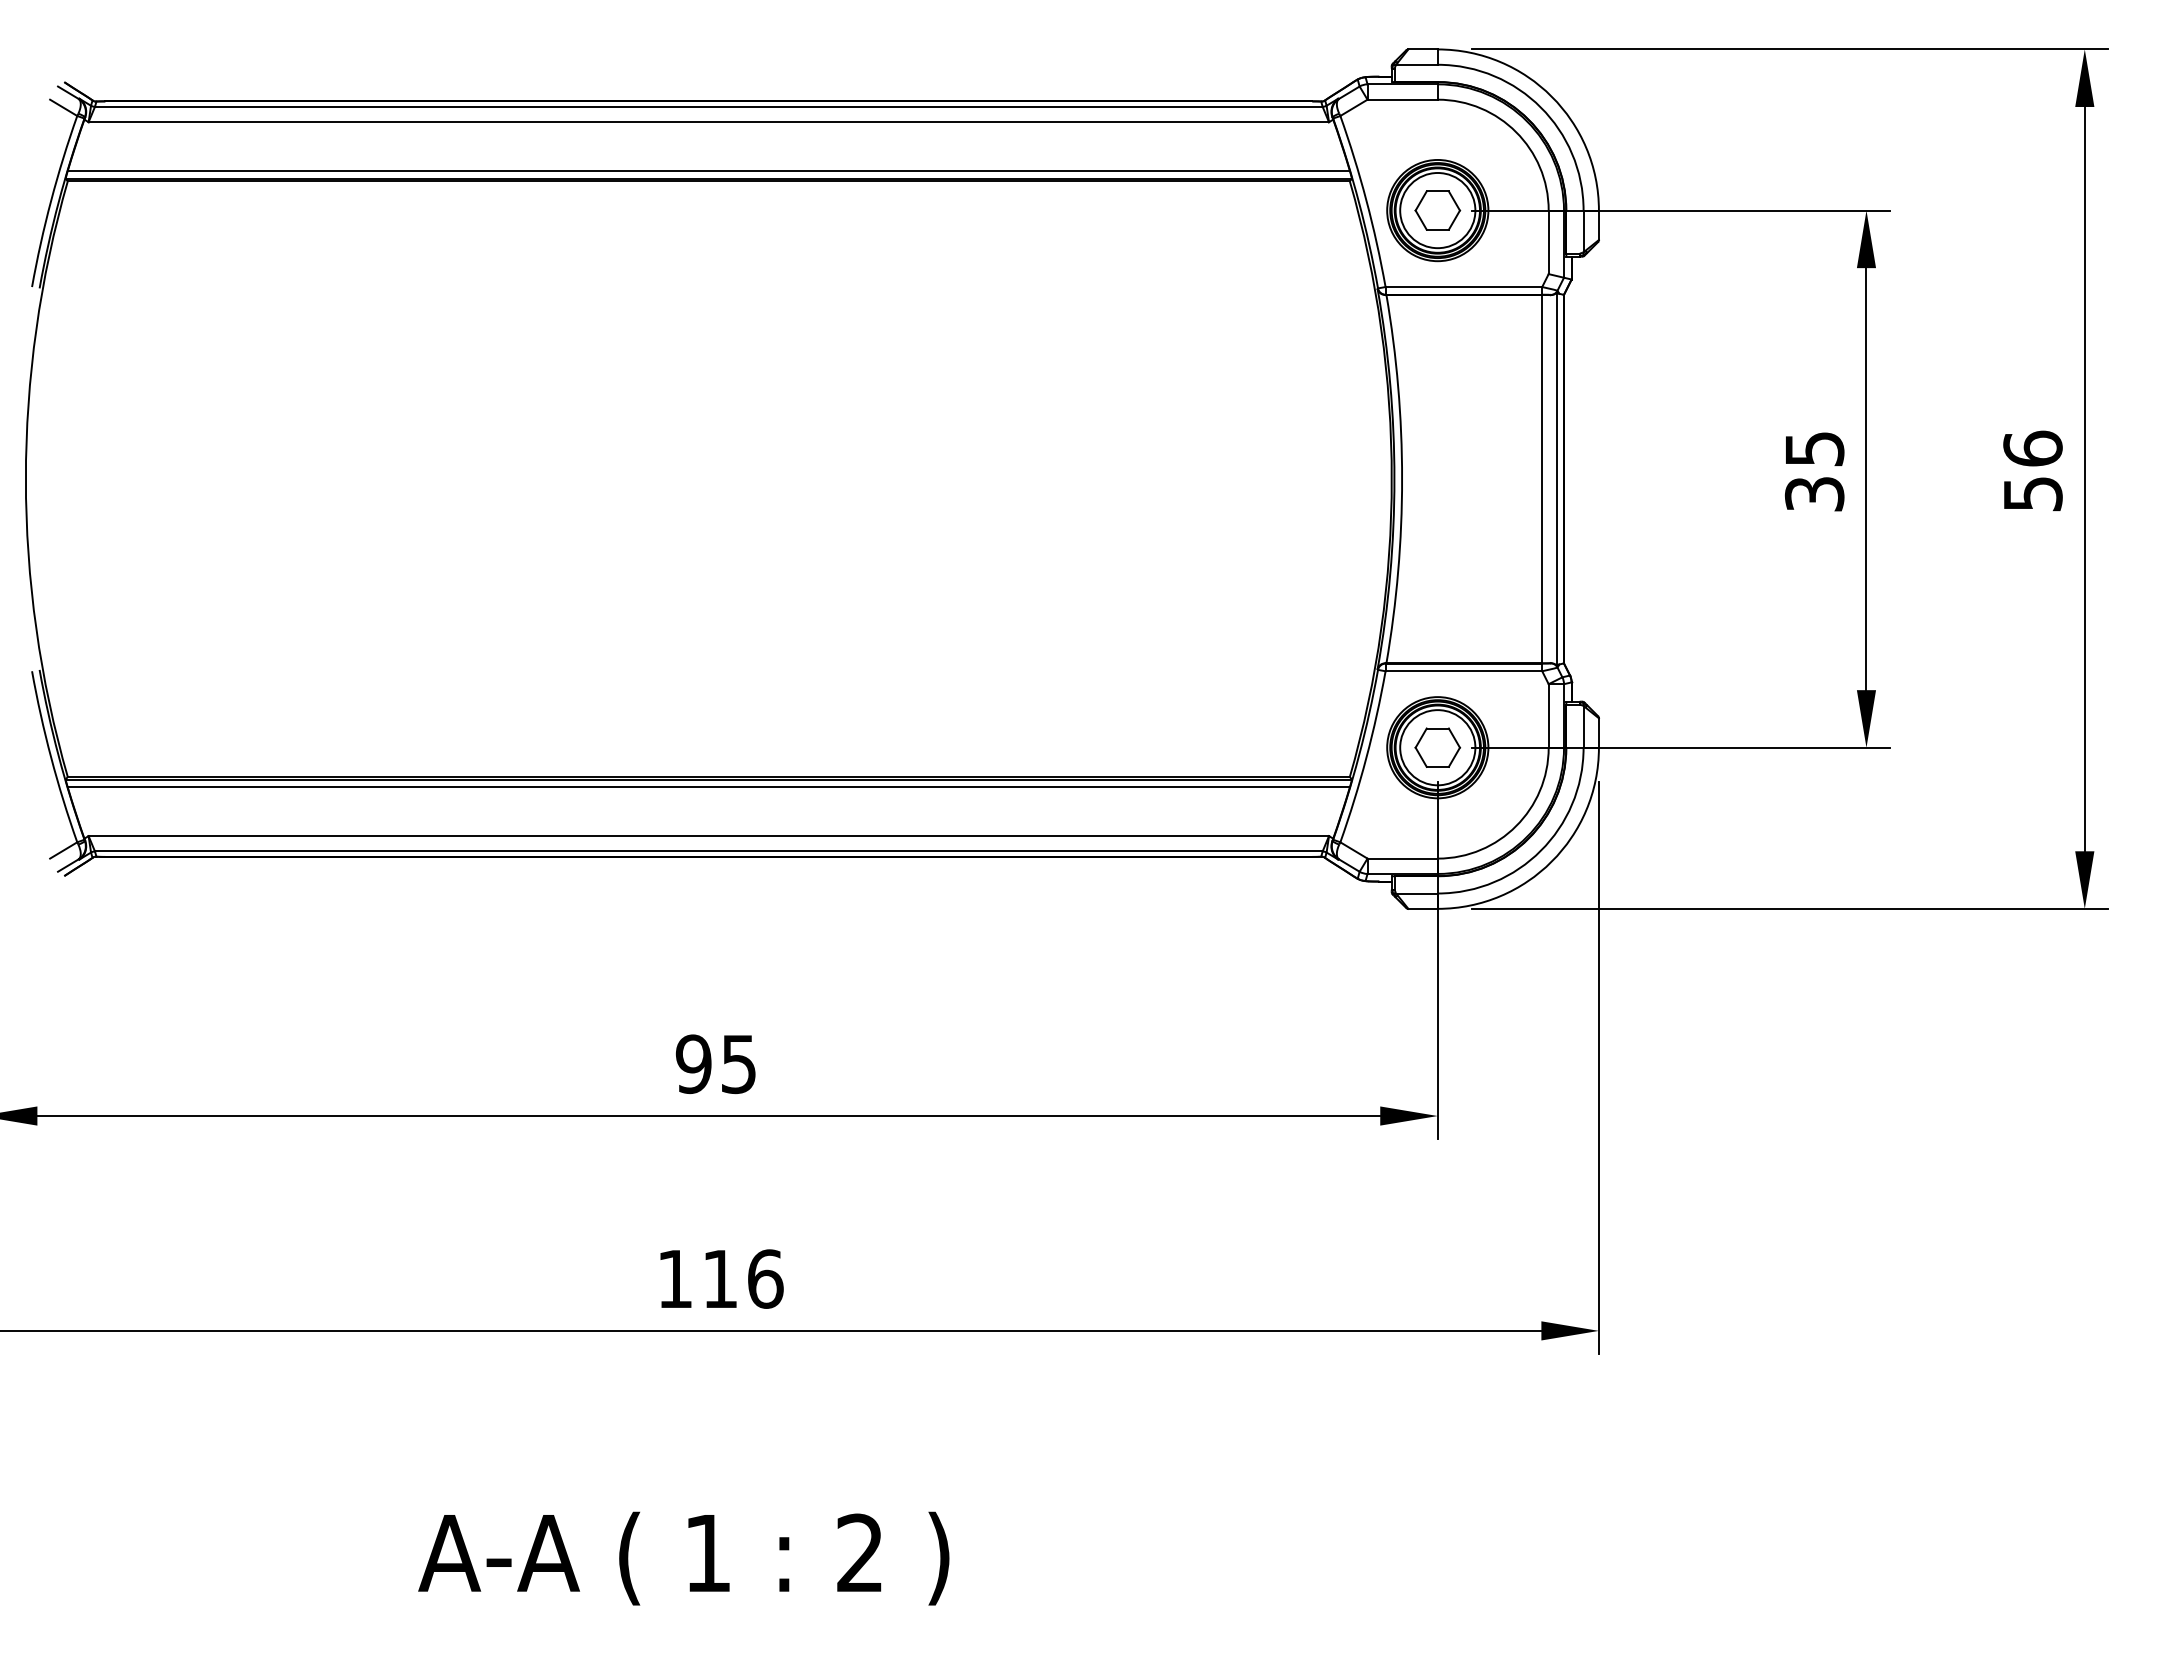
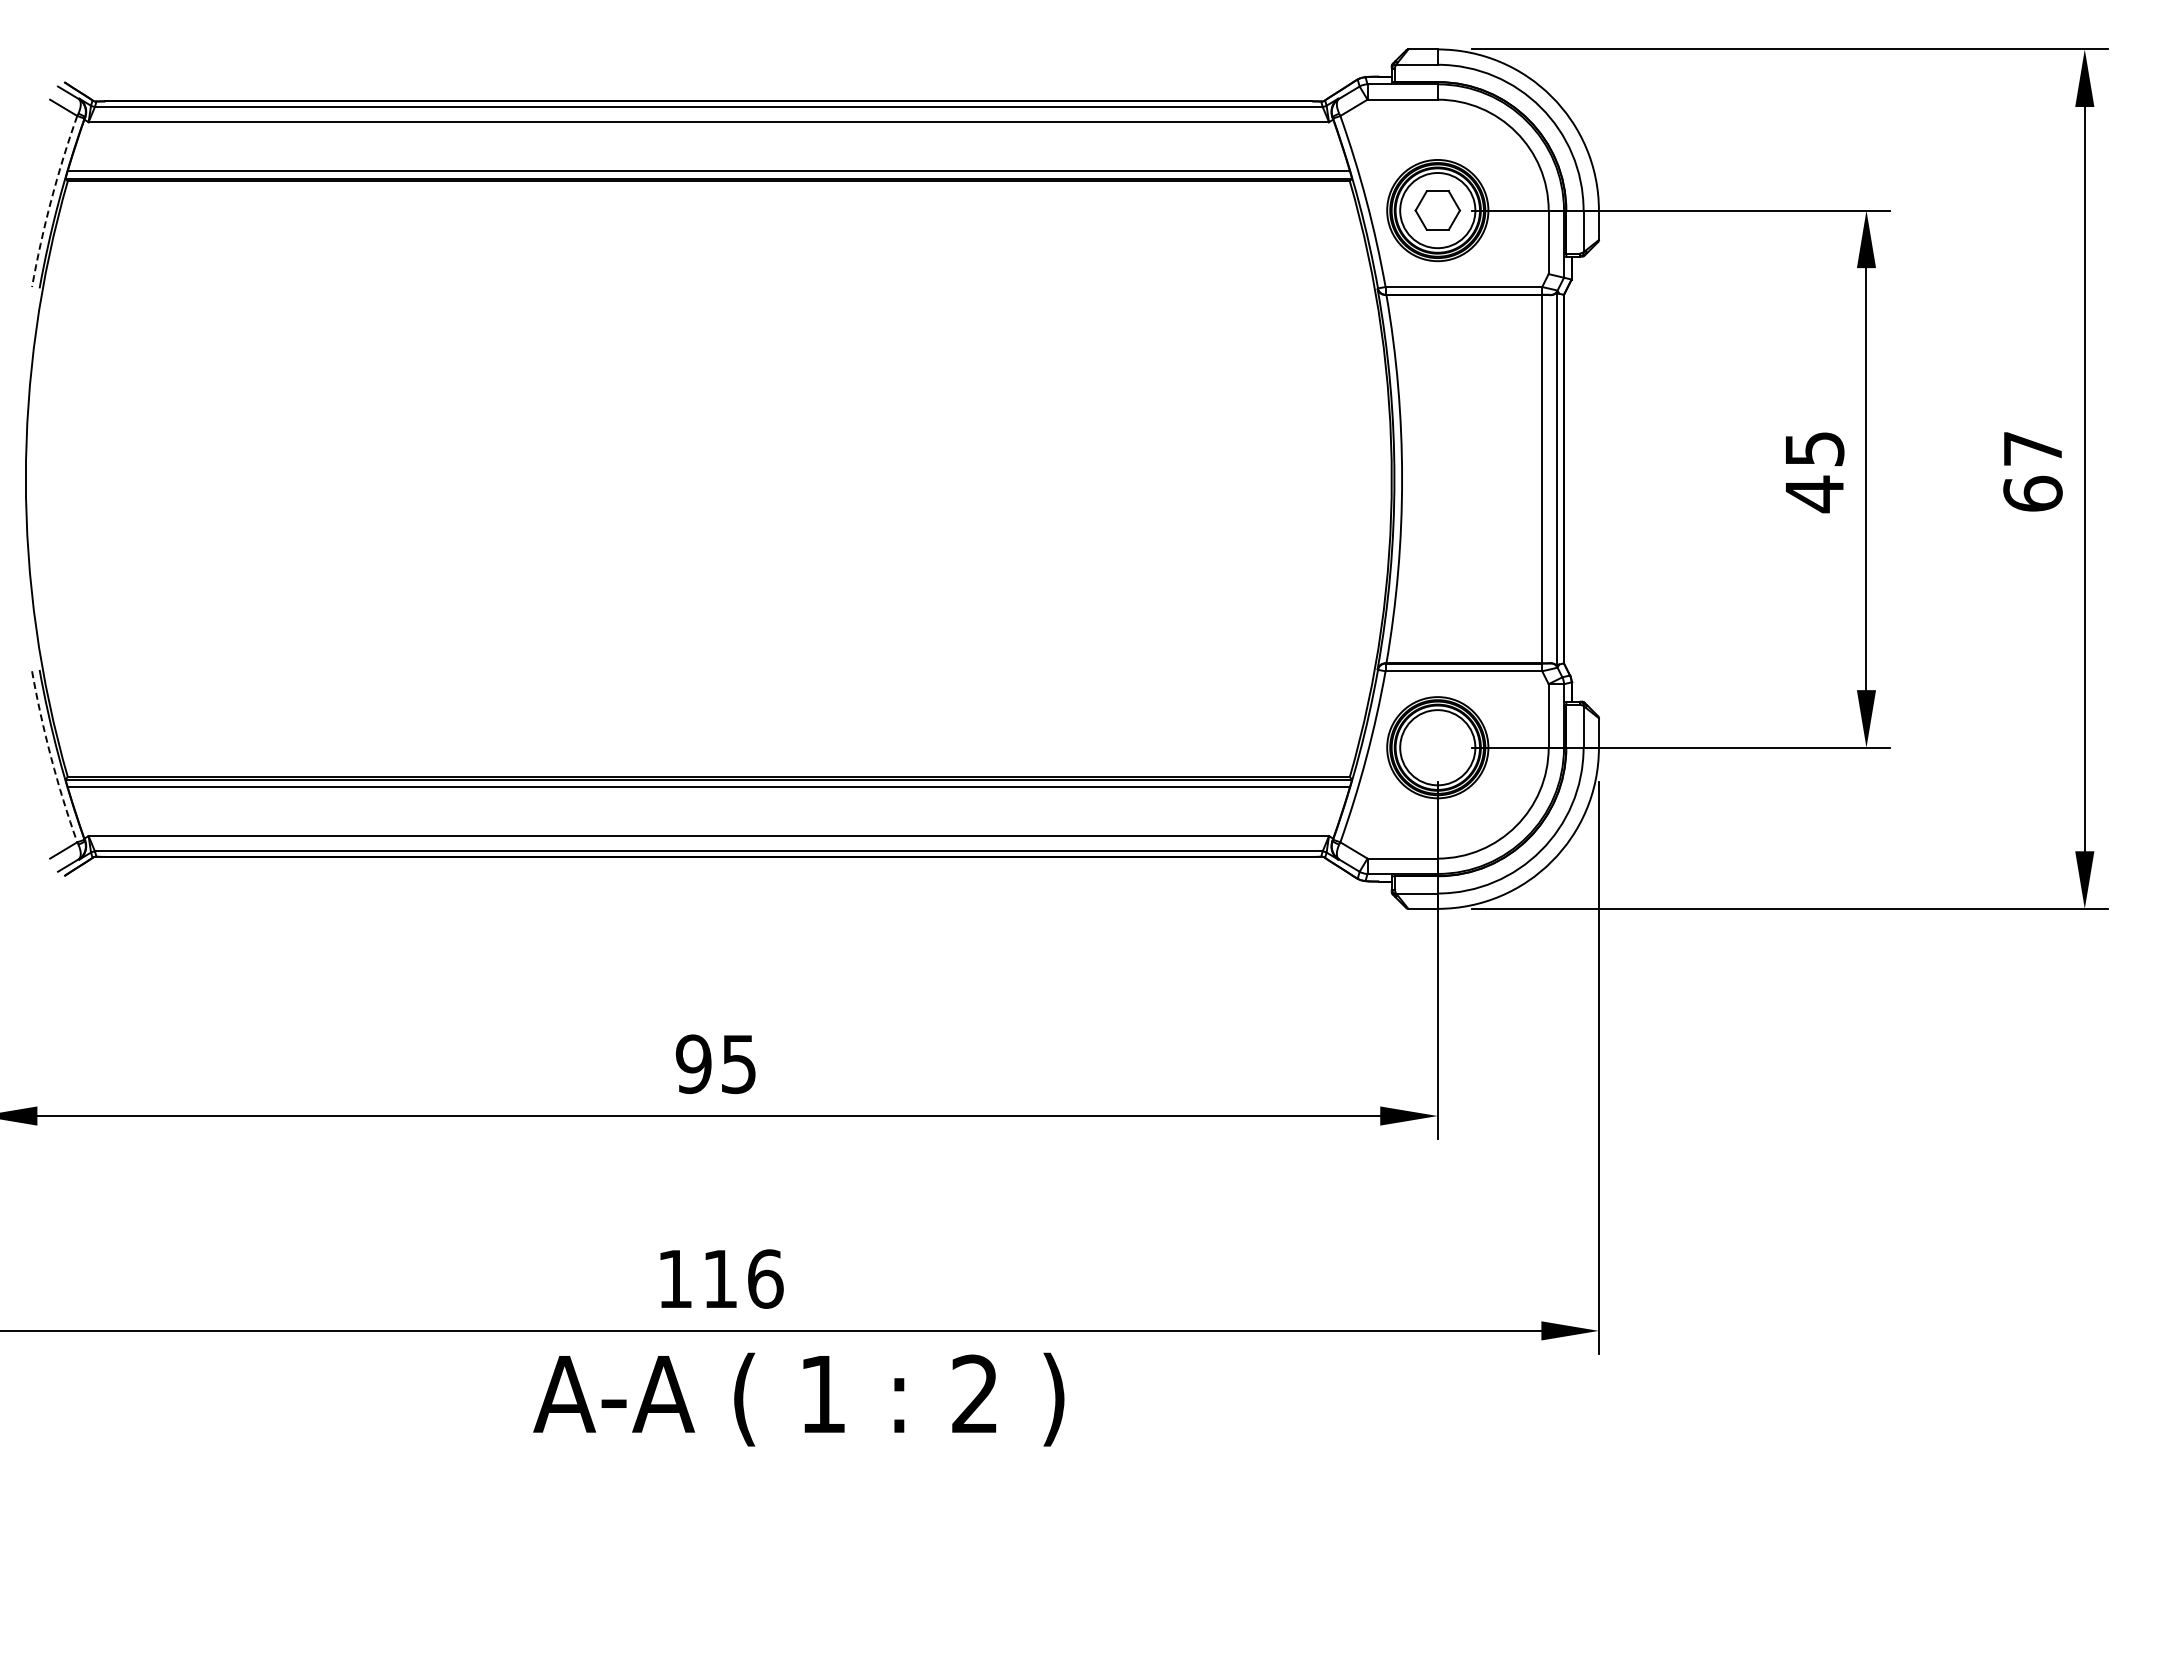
arc at (51, 200): solid -> dashed
text at (2032, 470): 56 -> 67
text at (1814, 494): 35 -> 45
part at (1437, 747): present -> none
arc at (51, 757): solid -> dashed
text at (683, 1558) position: (683, 1558) -> (798, 1399)
